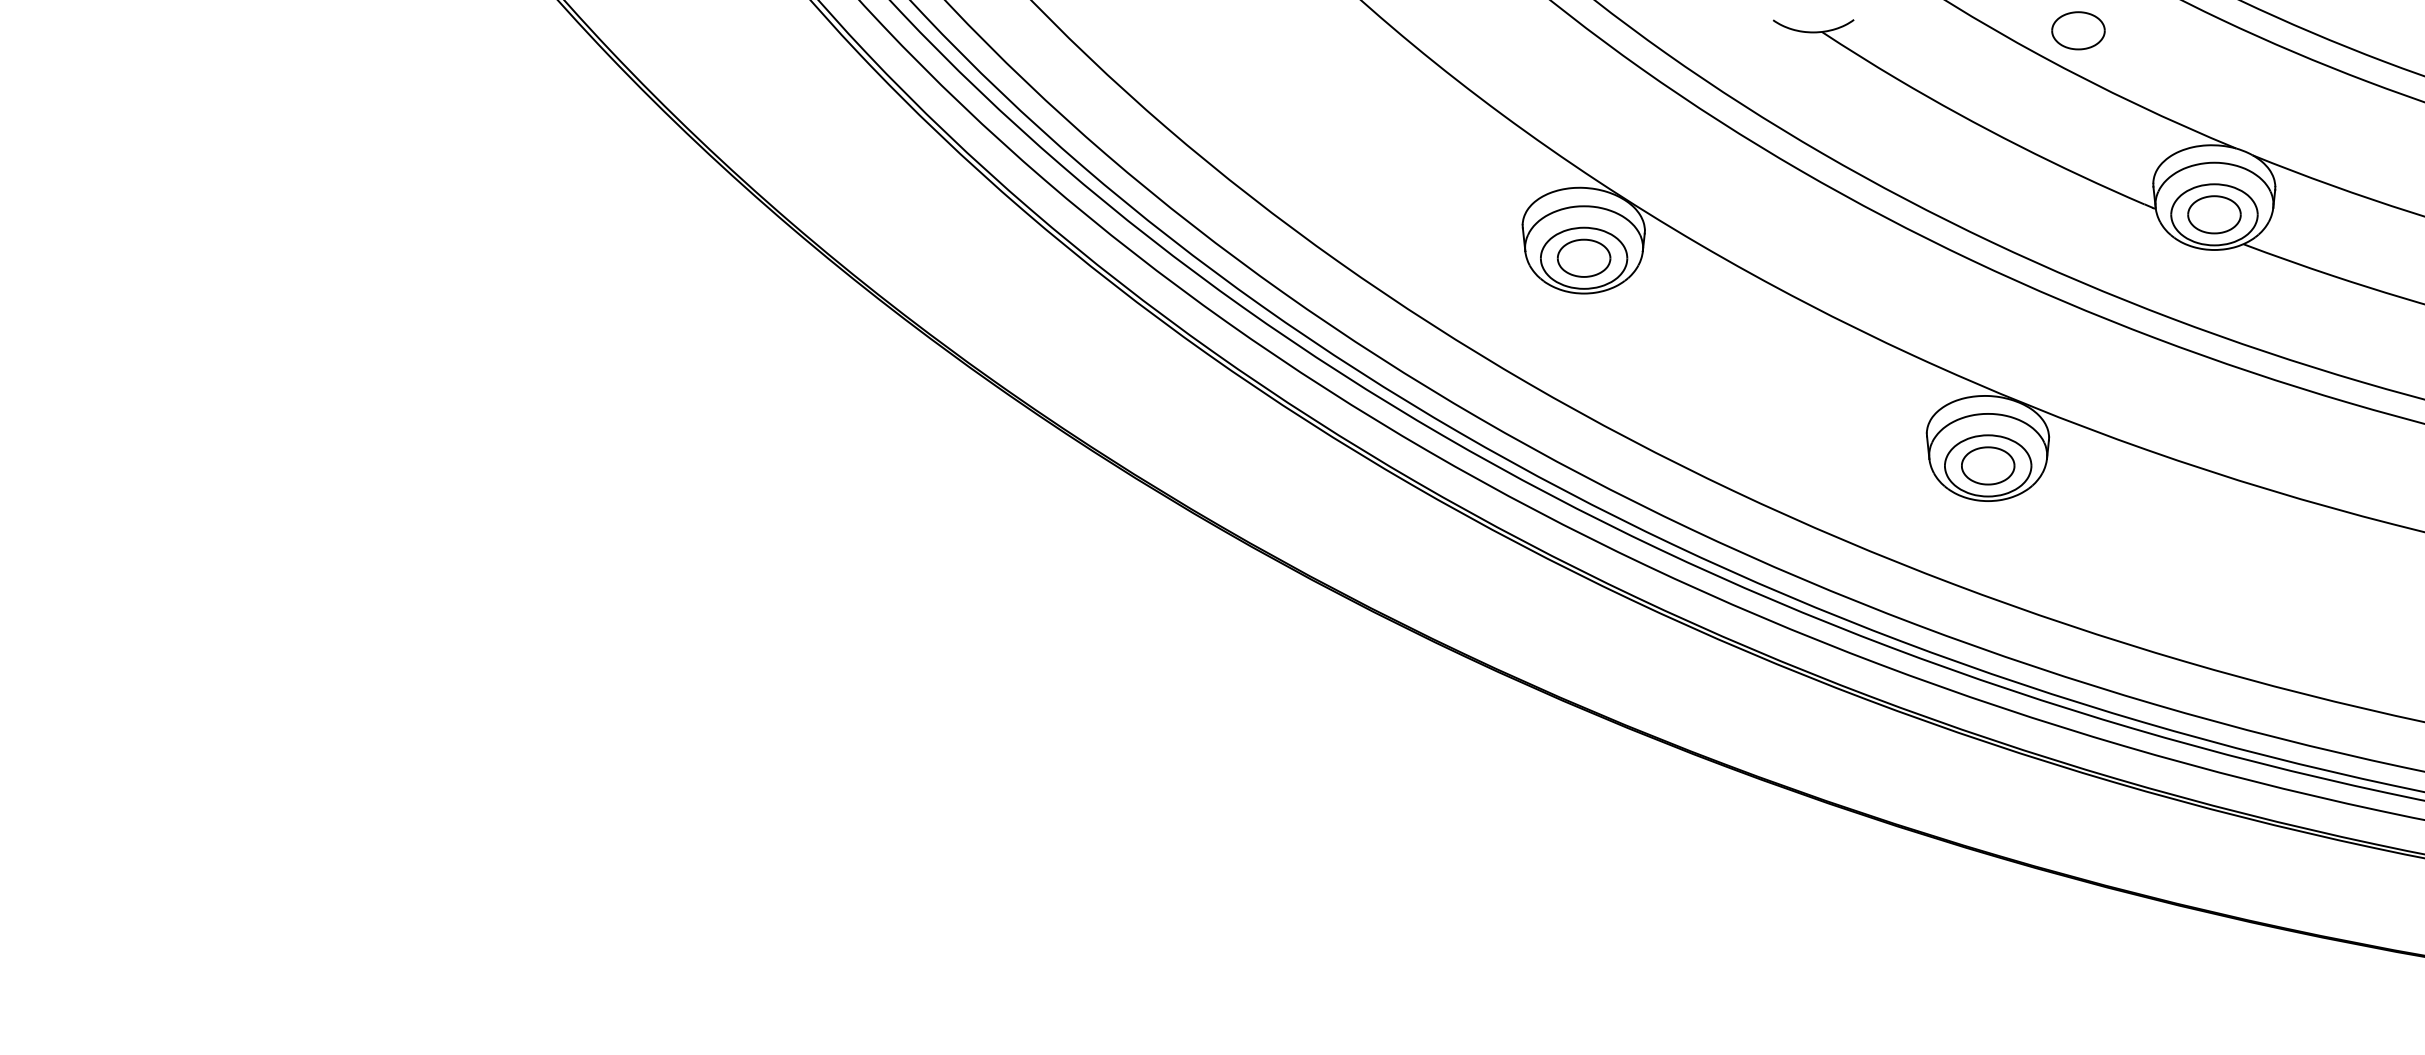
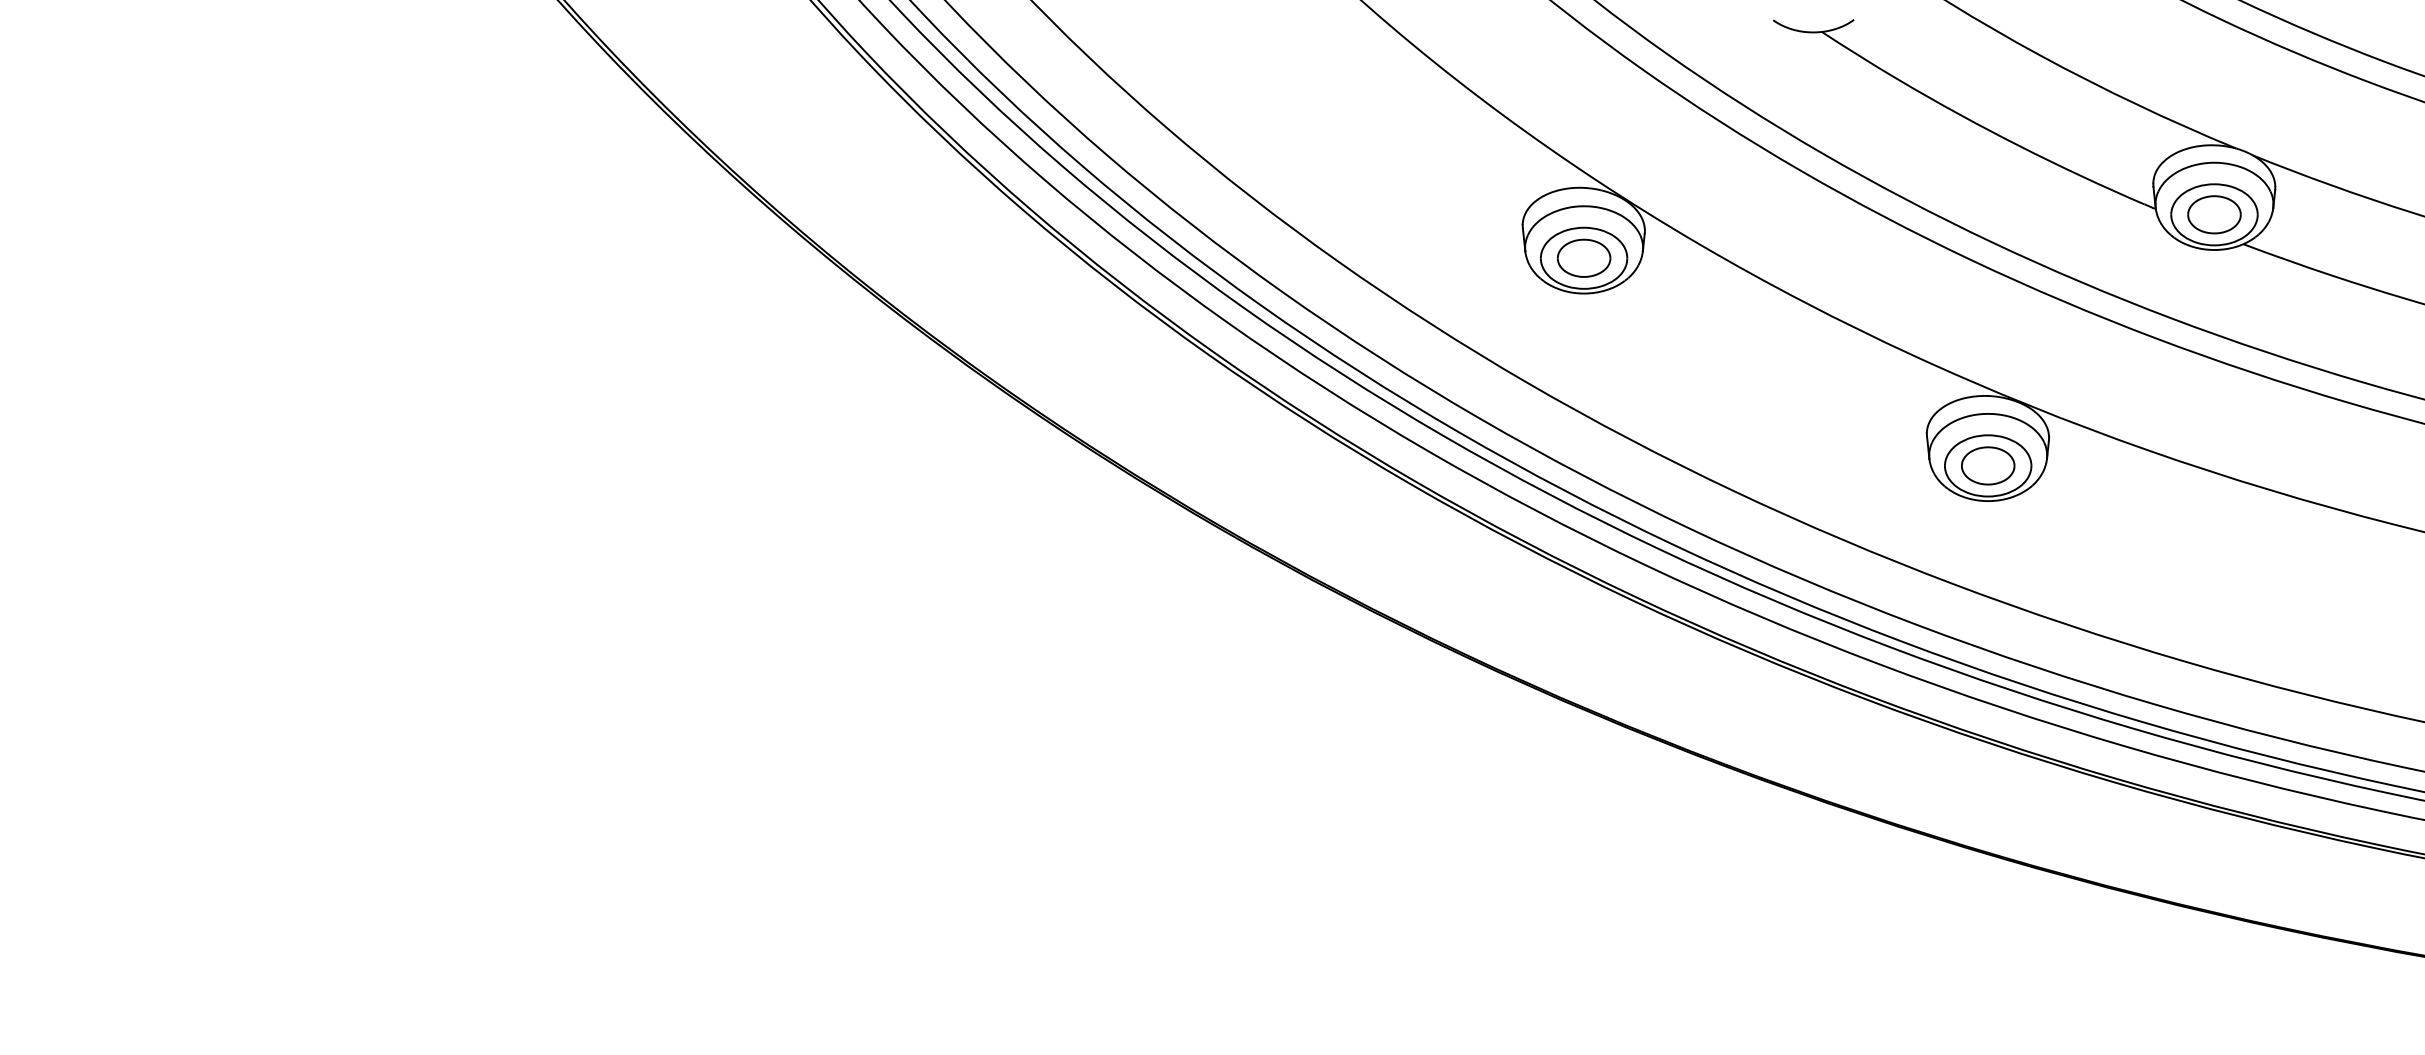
part at (2078, 30): present -> none
